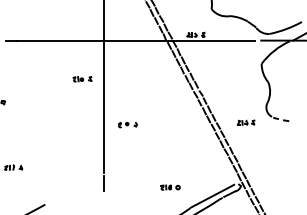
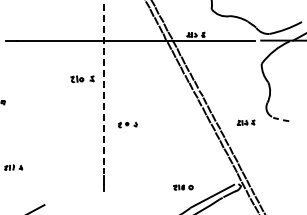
part at (82, 79) size: 21x7 px -> 25x8 px
line at (104, 84): solid -> dashed
part at (170, 187) position: (170, 187) -> (183, 187)
